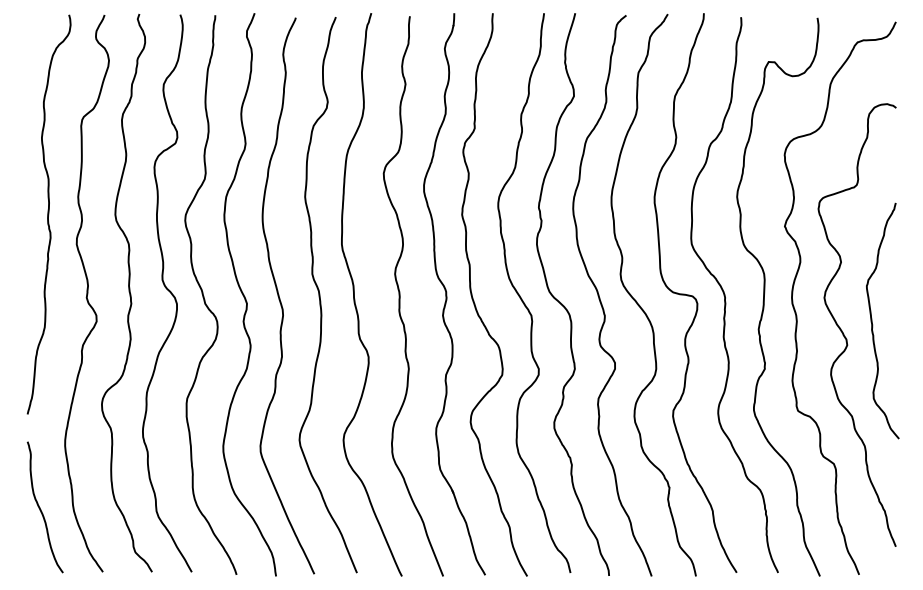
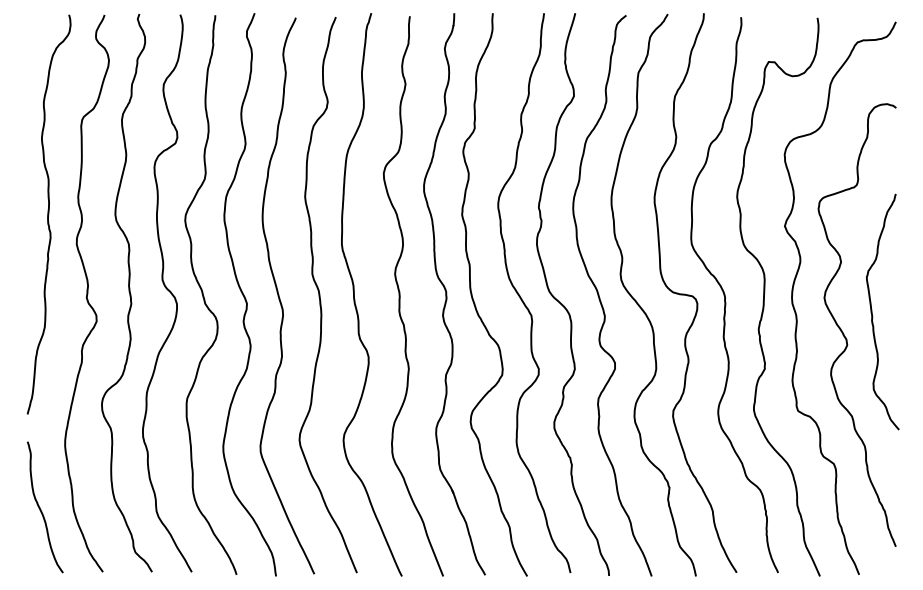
curve at (873, 324) position: (873, 324) -> (873, 315)
